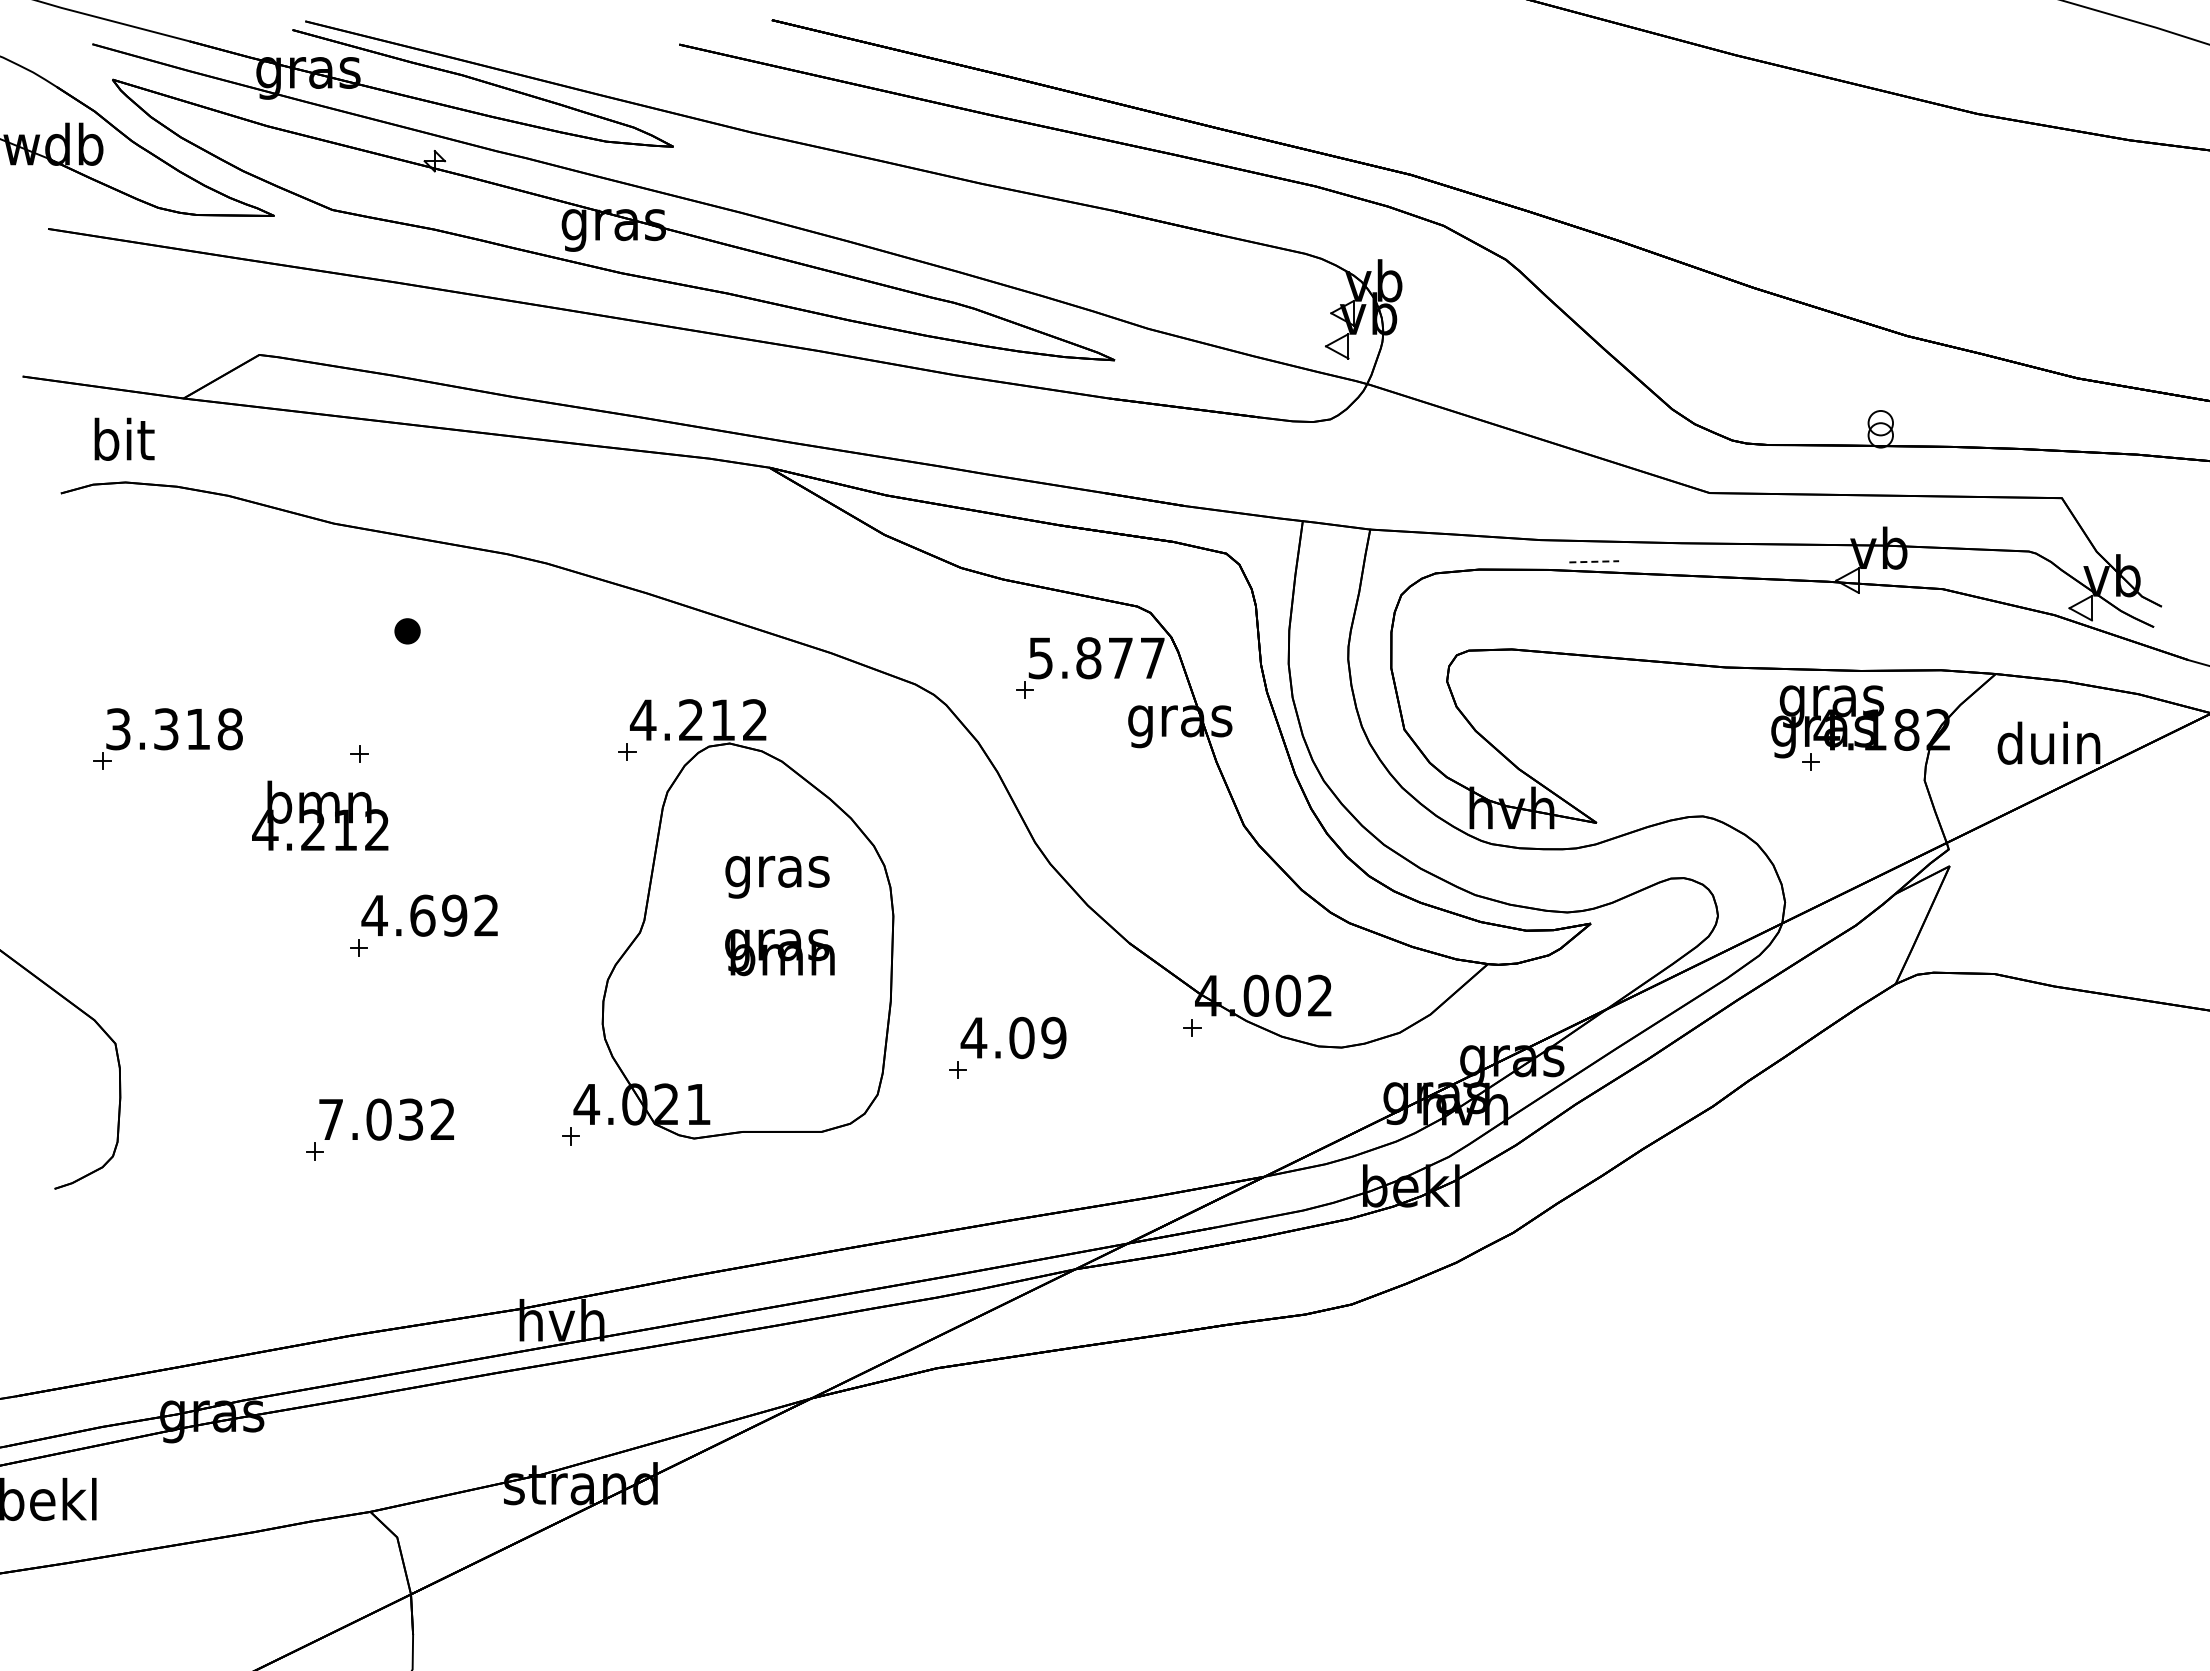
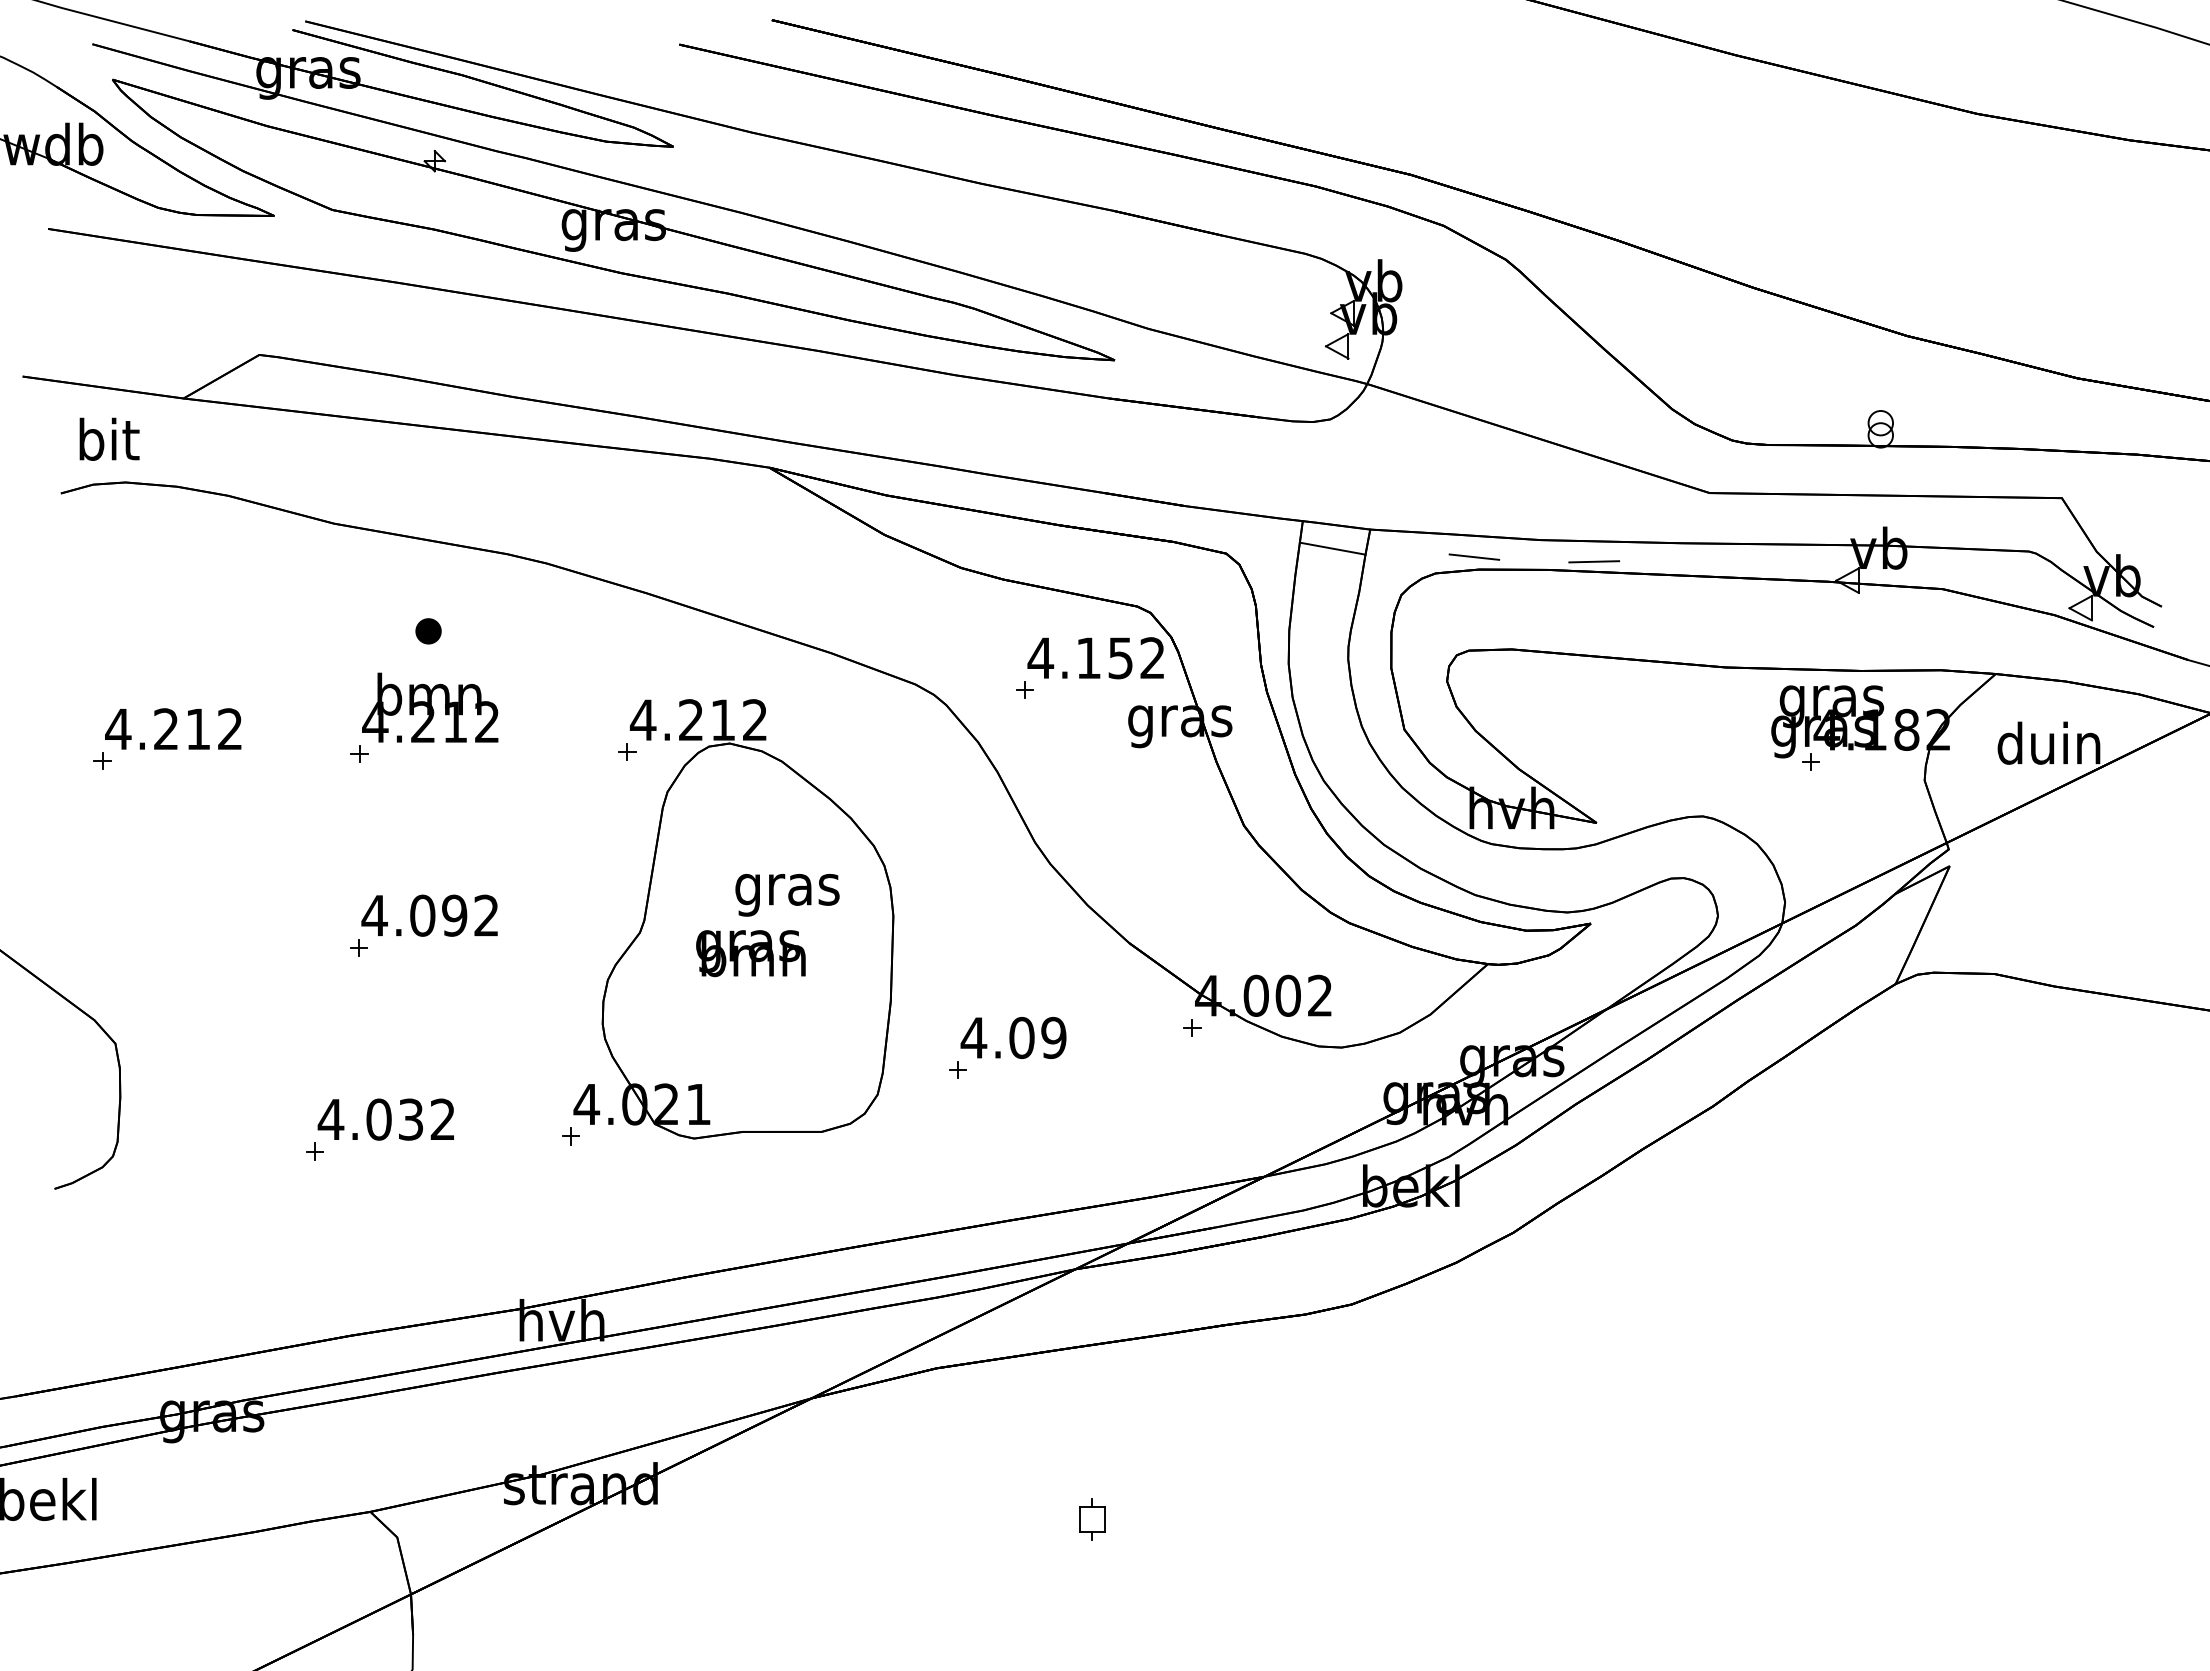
text at (124, 438) position: (124, 438) -> (109, 438)
line at (1332, 548): none -> present
line at (1474, 556): none -> present
line at (1594, 561): dashed -> solid
part at (407, 631) position: (407, 631) -> (428, 631)
text at (1095, 658): 5.877 -> 4.152
text at (173, 729): 3.318 -> 4.212
text at (320, 815) position: (320, 815) -> (430, 707)
text at (777, 877) position: (777, 877) -> (787, 895)
text at (422, 915): 4.692 -> 4.092
text at (779, 952) position: (779, 952) -> (750, 953)
text at (330, 1119): 7.032 -> 4.032
part at (1092, 1519): none -> present
